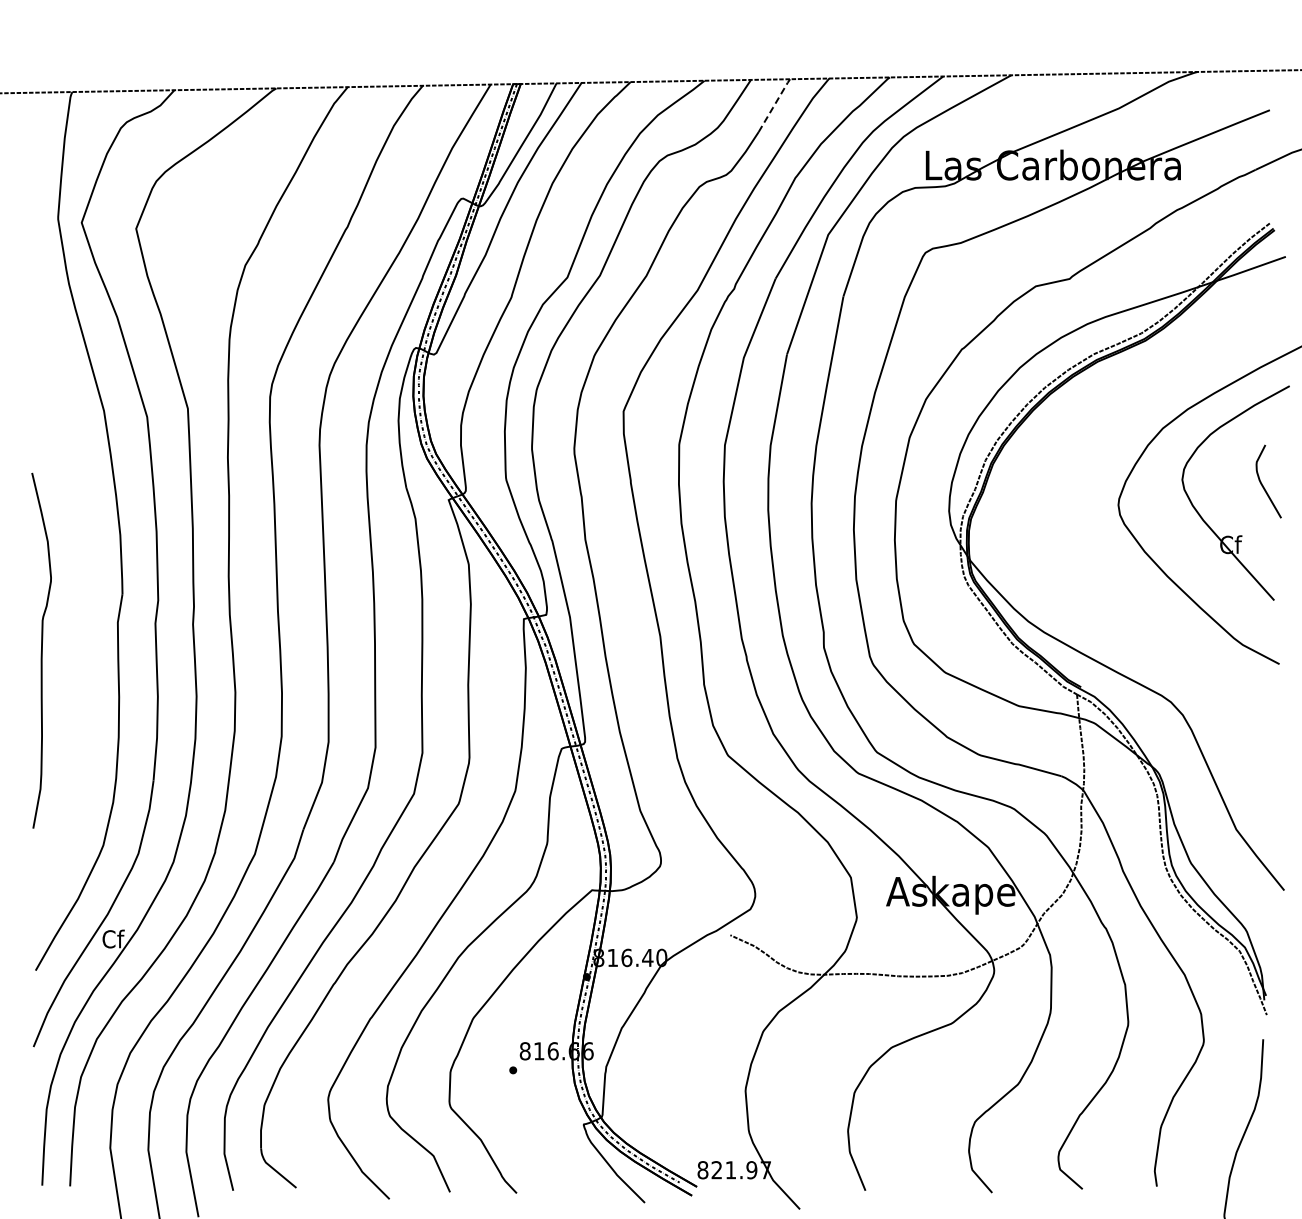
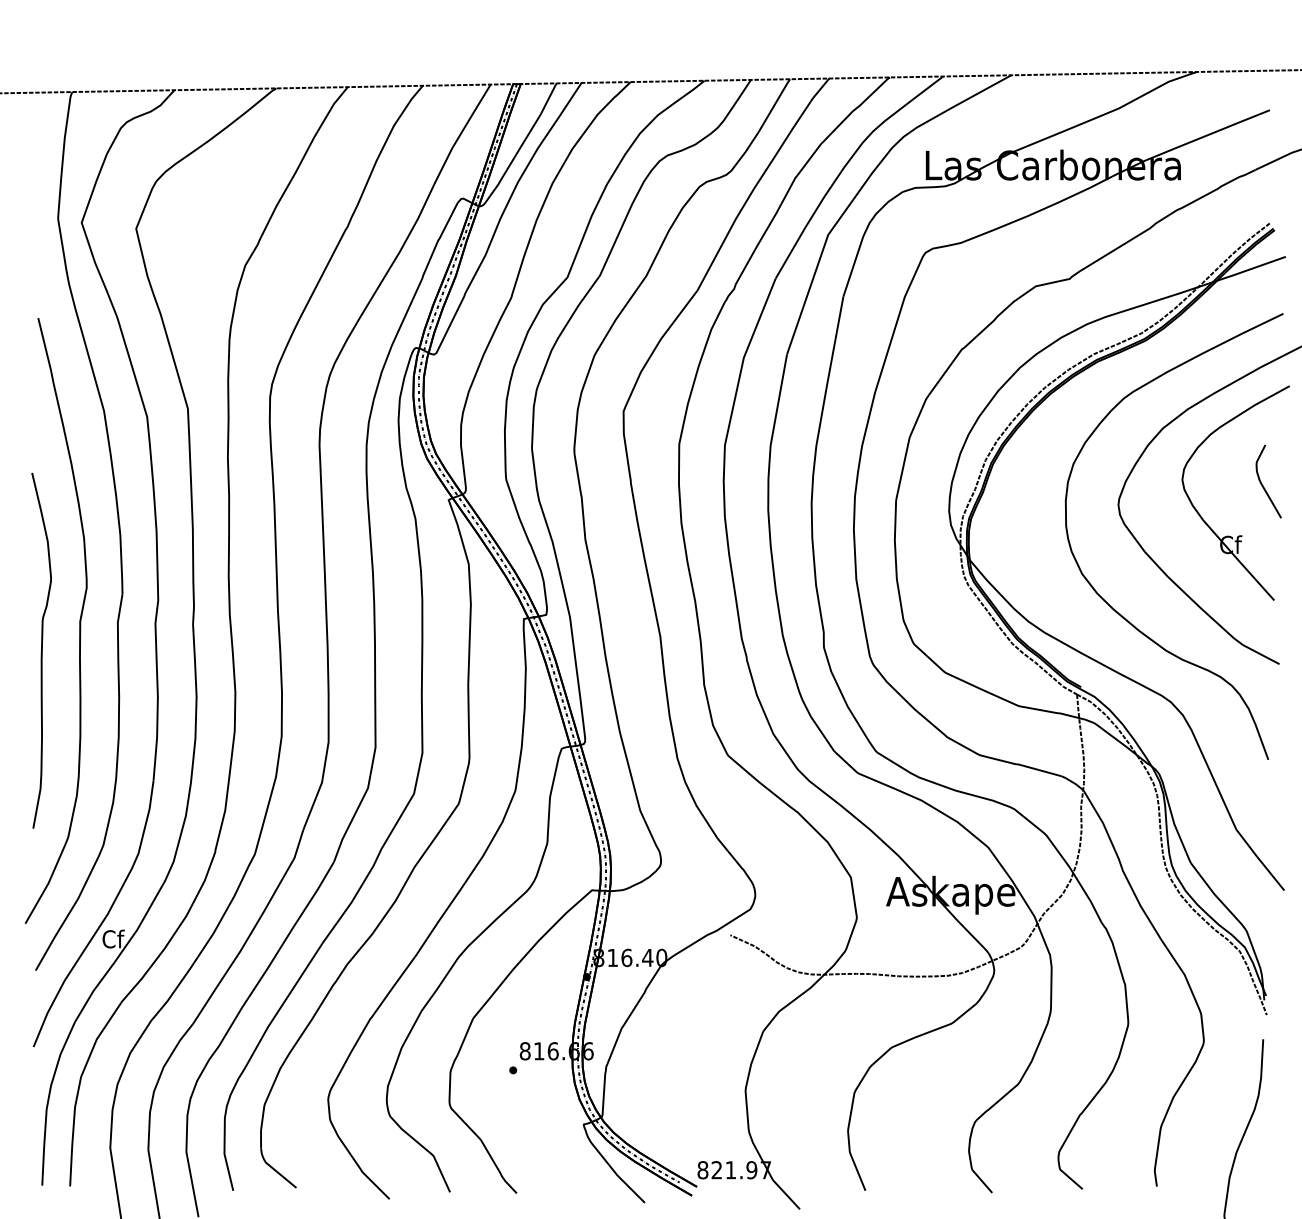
line at (774, 104): dashed -> solid
curve at (1114, 608): none -> present
curve at (79, 620): none -> present
